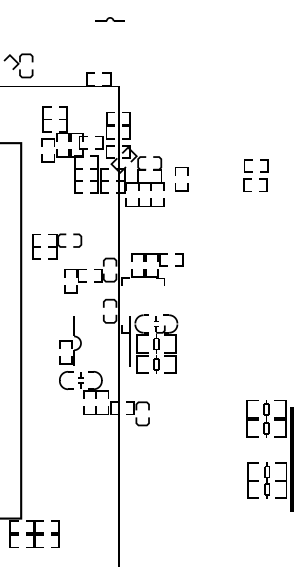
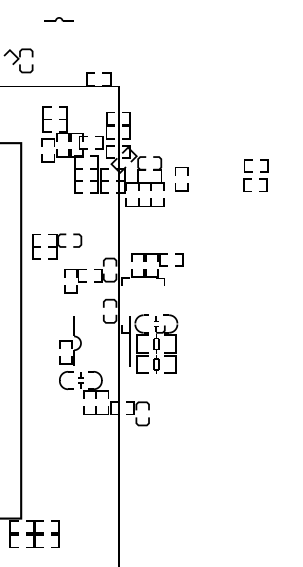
part at (109, 19) position: (109, 19) -> (58, 19)
part at (18, 65) position: (18, 65) -> (18, 60)
part at (267, 462): present -> none
